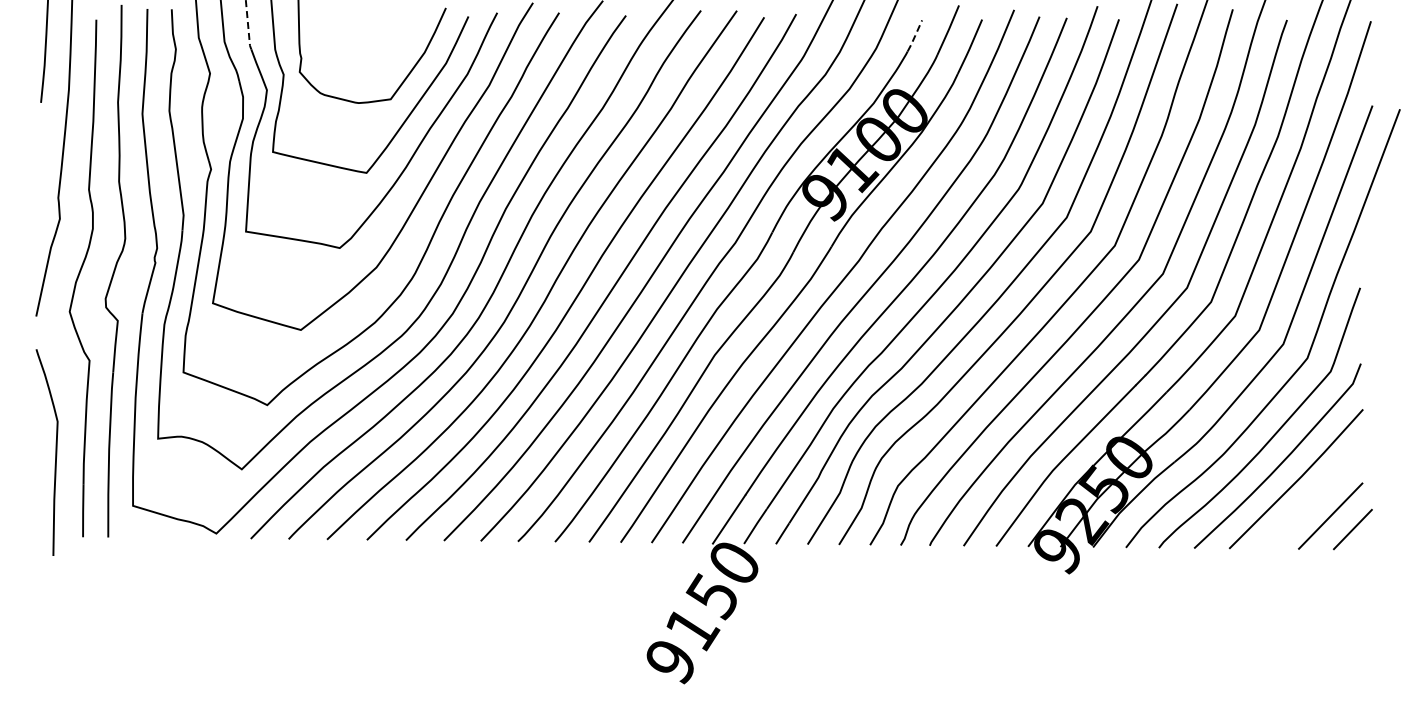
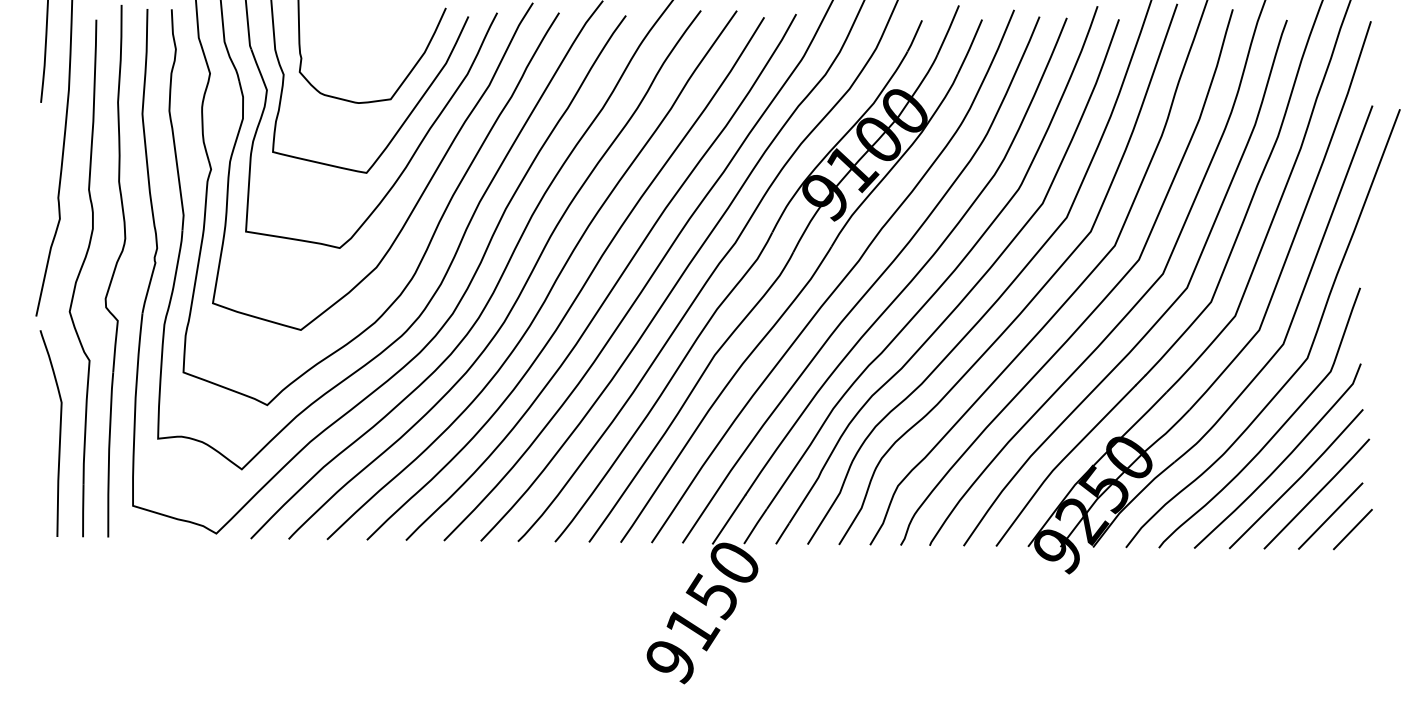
line at (248, 25): dashed -> solid
line at (914, 36): dashed -> solid
curve at (55, 452) position: (55, 452) -> (59, 433)
line at (1316, 493): none -> present
